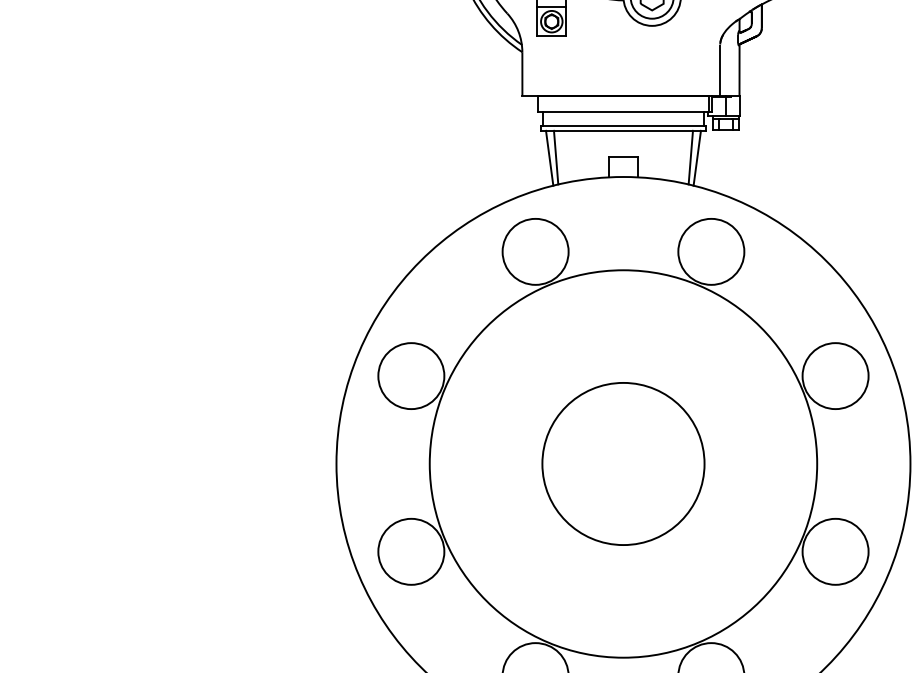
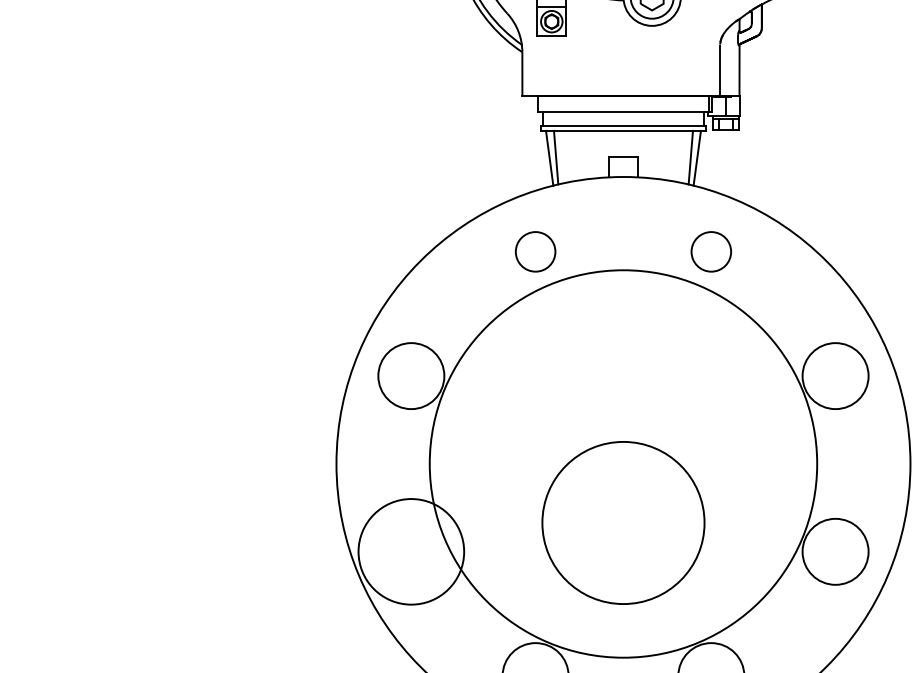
circle at (535, 251) diameter: 66 px -> 40 px
circle at (711, 251) diameter: 66 px -> 40 px
circle at (623, 463) position: (623, 463) -> (623, 522)
circle at (411, 551) diameter: 66 px -> 106 px
